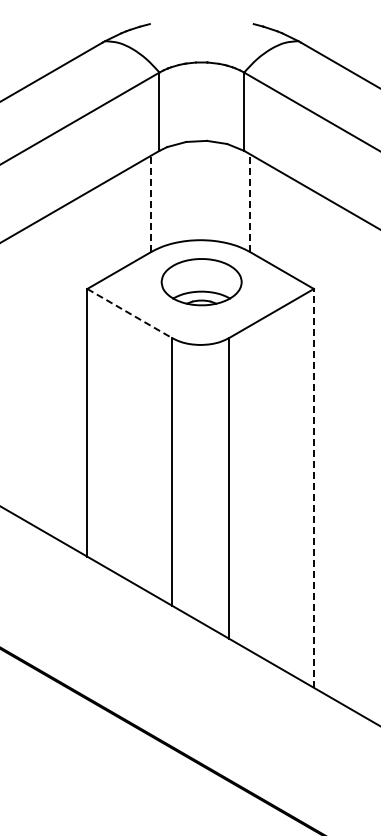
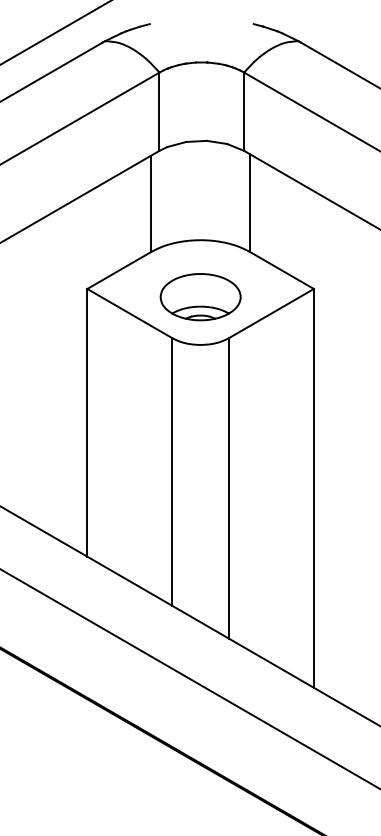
line at (55, 32): none -> present
line at (151, 203): dashed -> solid
line at (250, 203): dashed -> solid
part at (201, 282) position: (201, 282) -> (200, 297)
line at (130, 313): dashed -> solid
line at (313, 487): dashed -> solid
line at (189, 678): none -> present
